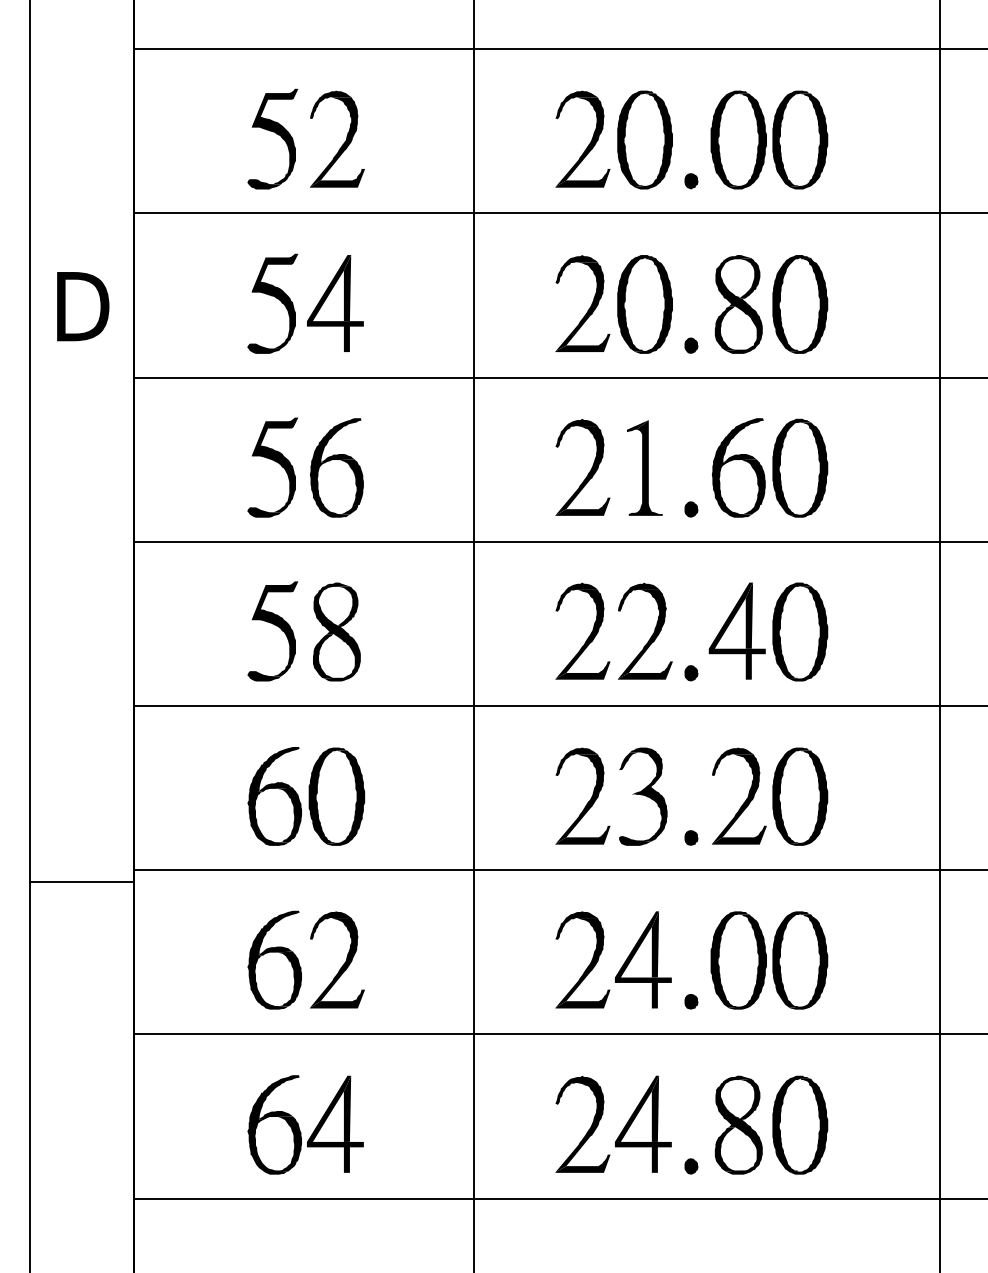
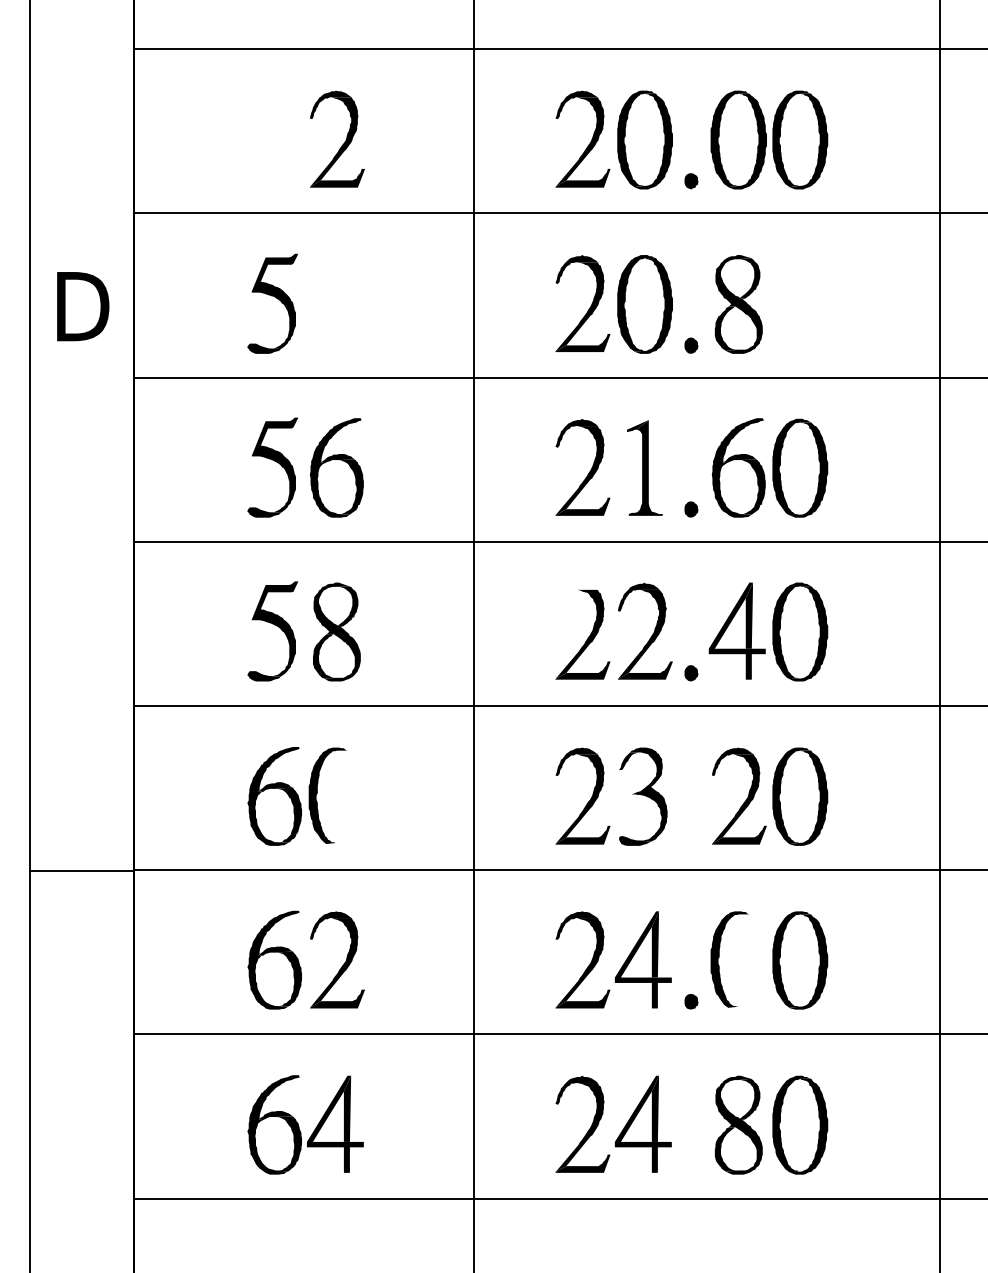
part at (272, 138): present -> none
part at (335, 303): present -> none
part at (800, 304): present -> none
fill at (576, 596): present -> none
fill at (345, 797): present -> none
part at (691, 837): present -> none
line at (81, 882) position: (81, 882) -> (81, 871)
fill at (747, 961): present -> none
part at (691, 1166): present -> none
